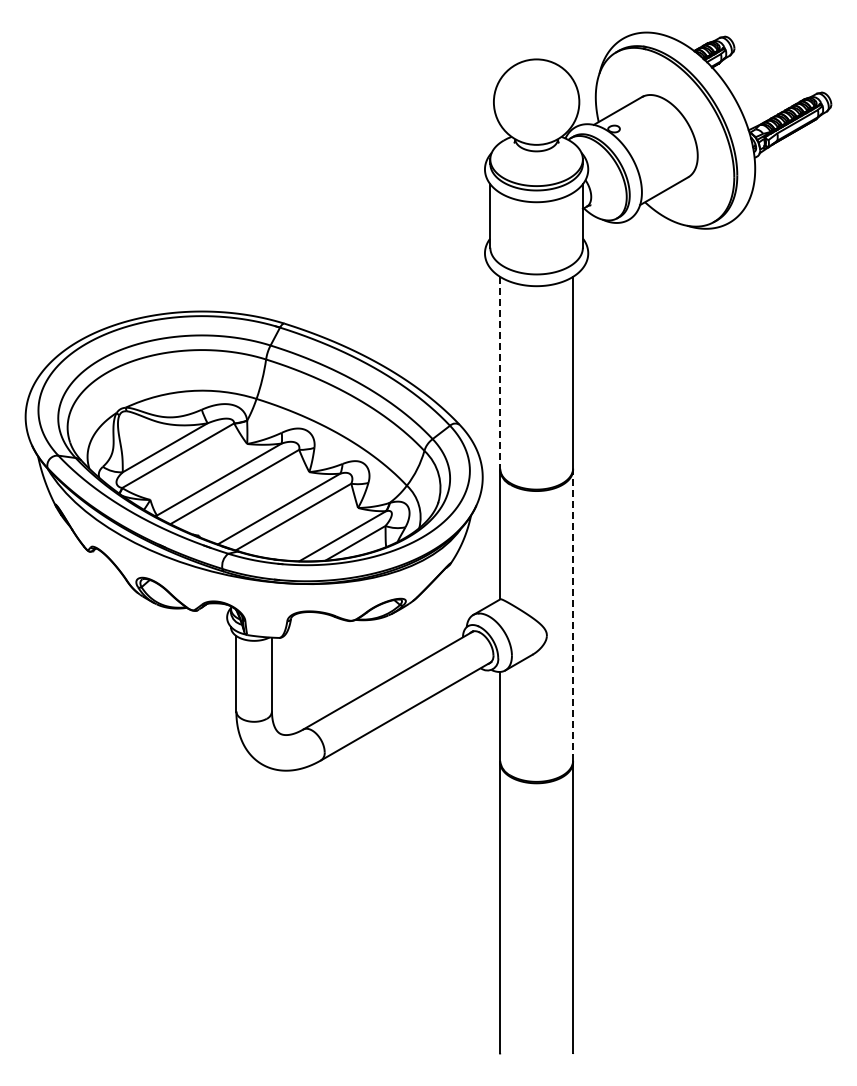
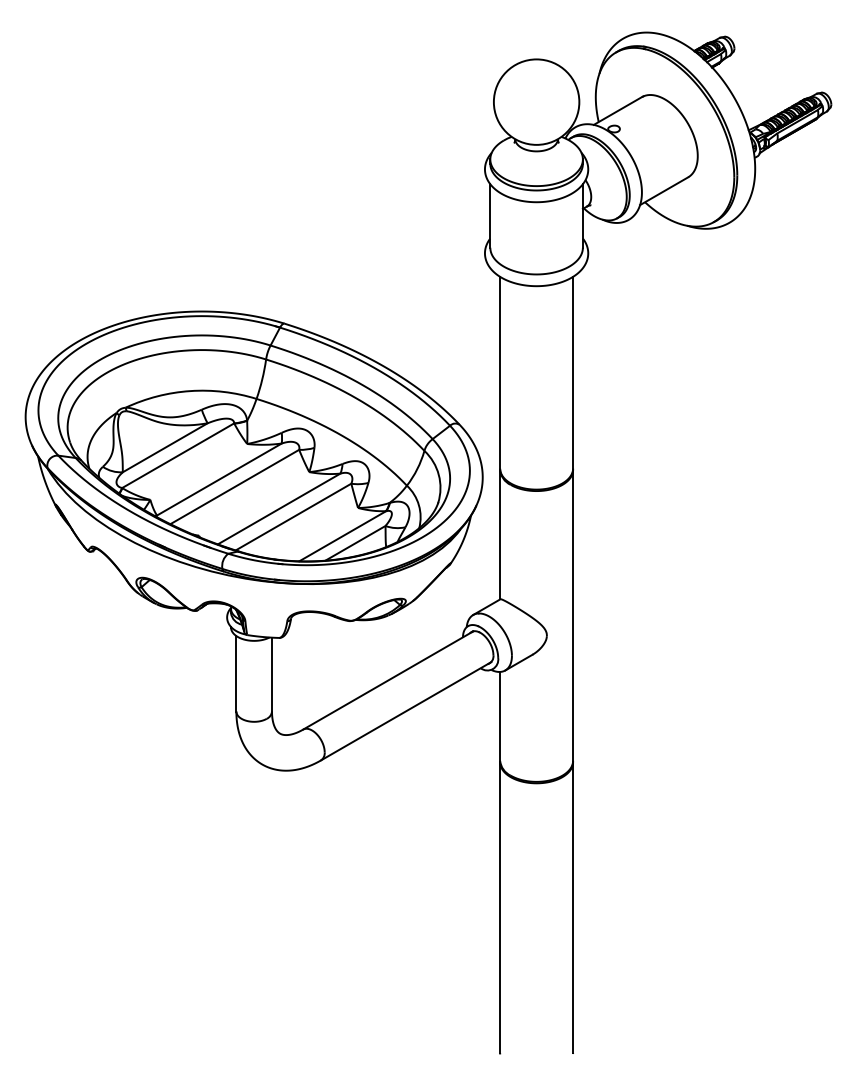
line at (500, 372): dashed -> solid
line at (573, 614): dashed -> solid
